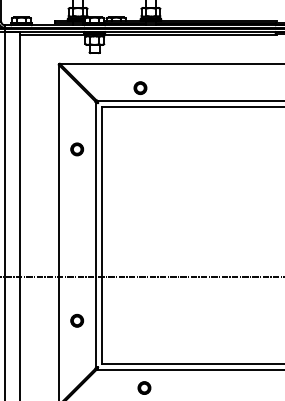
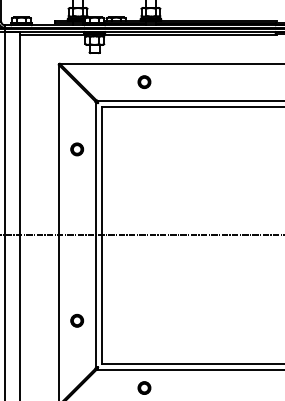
part at (140, 87) position: (140, 87) -> (144, 81)
line at (141, 277) position: (141, 277) -> (141, 235)
